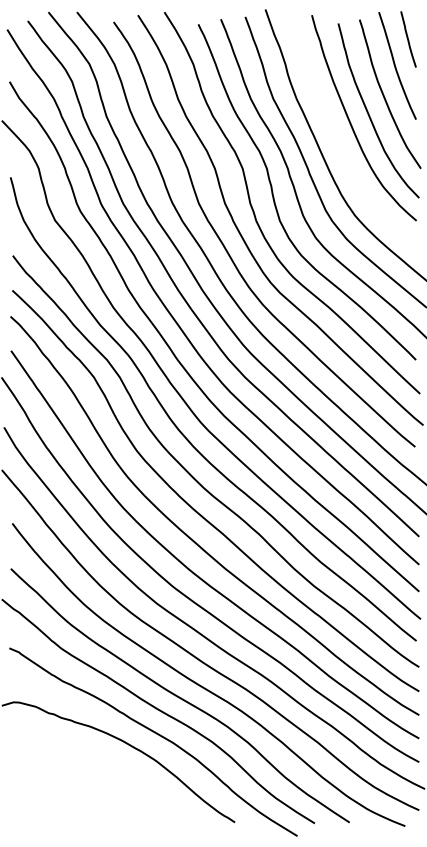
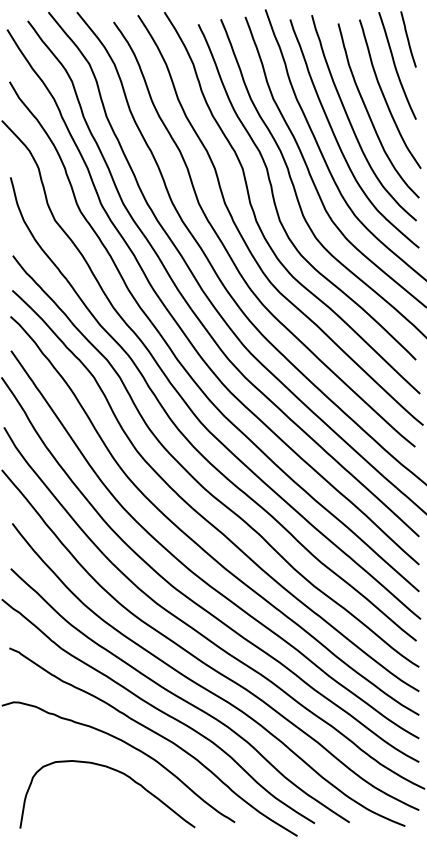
curve at (338, 141): none -> present
curve at (115, 771): none -> present
